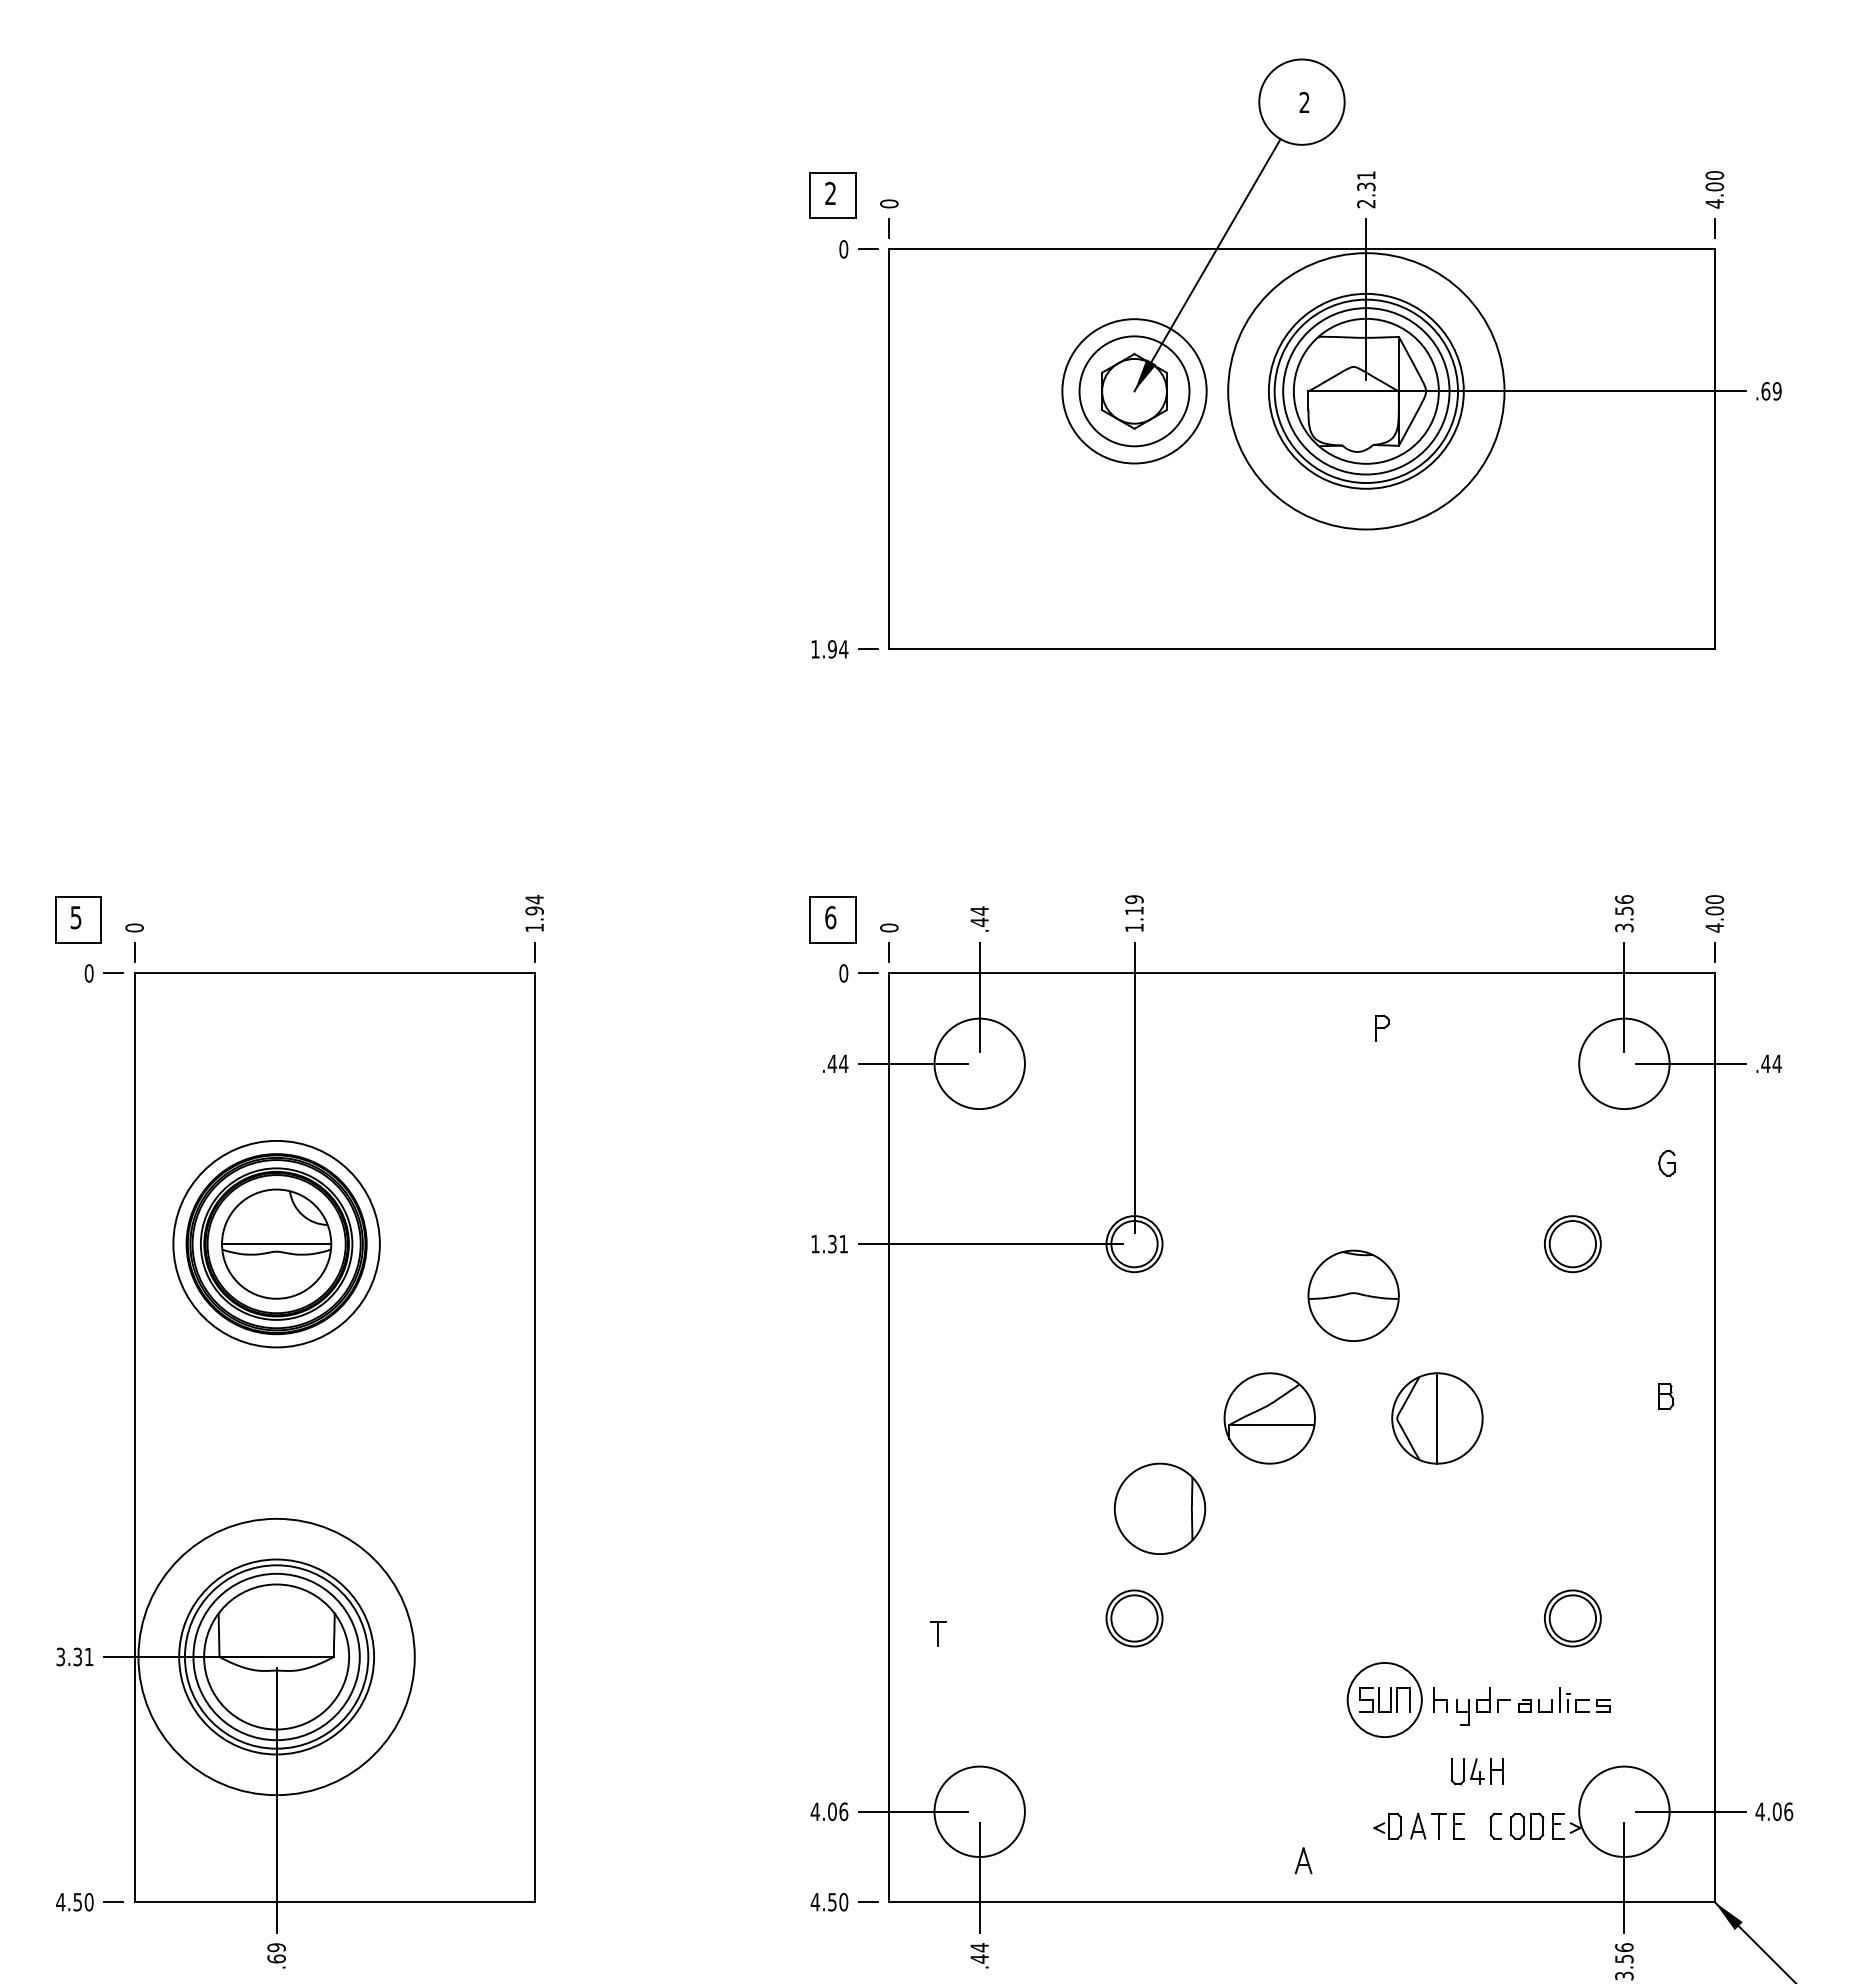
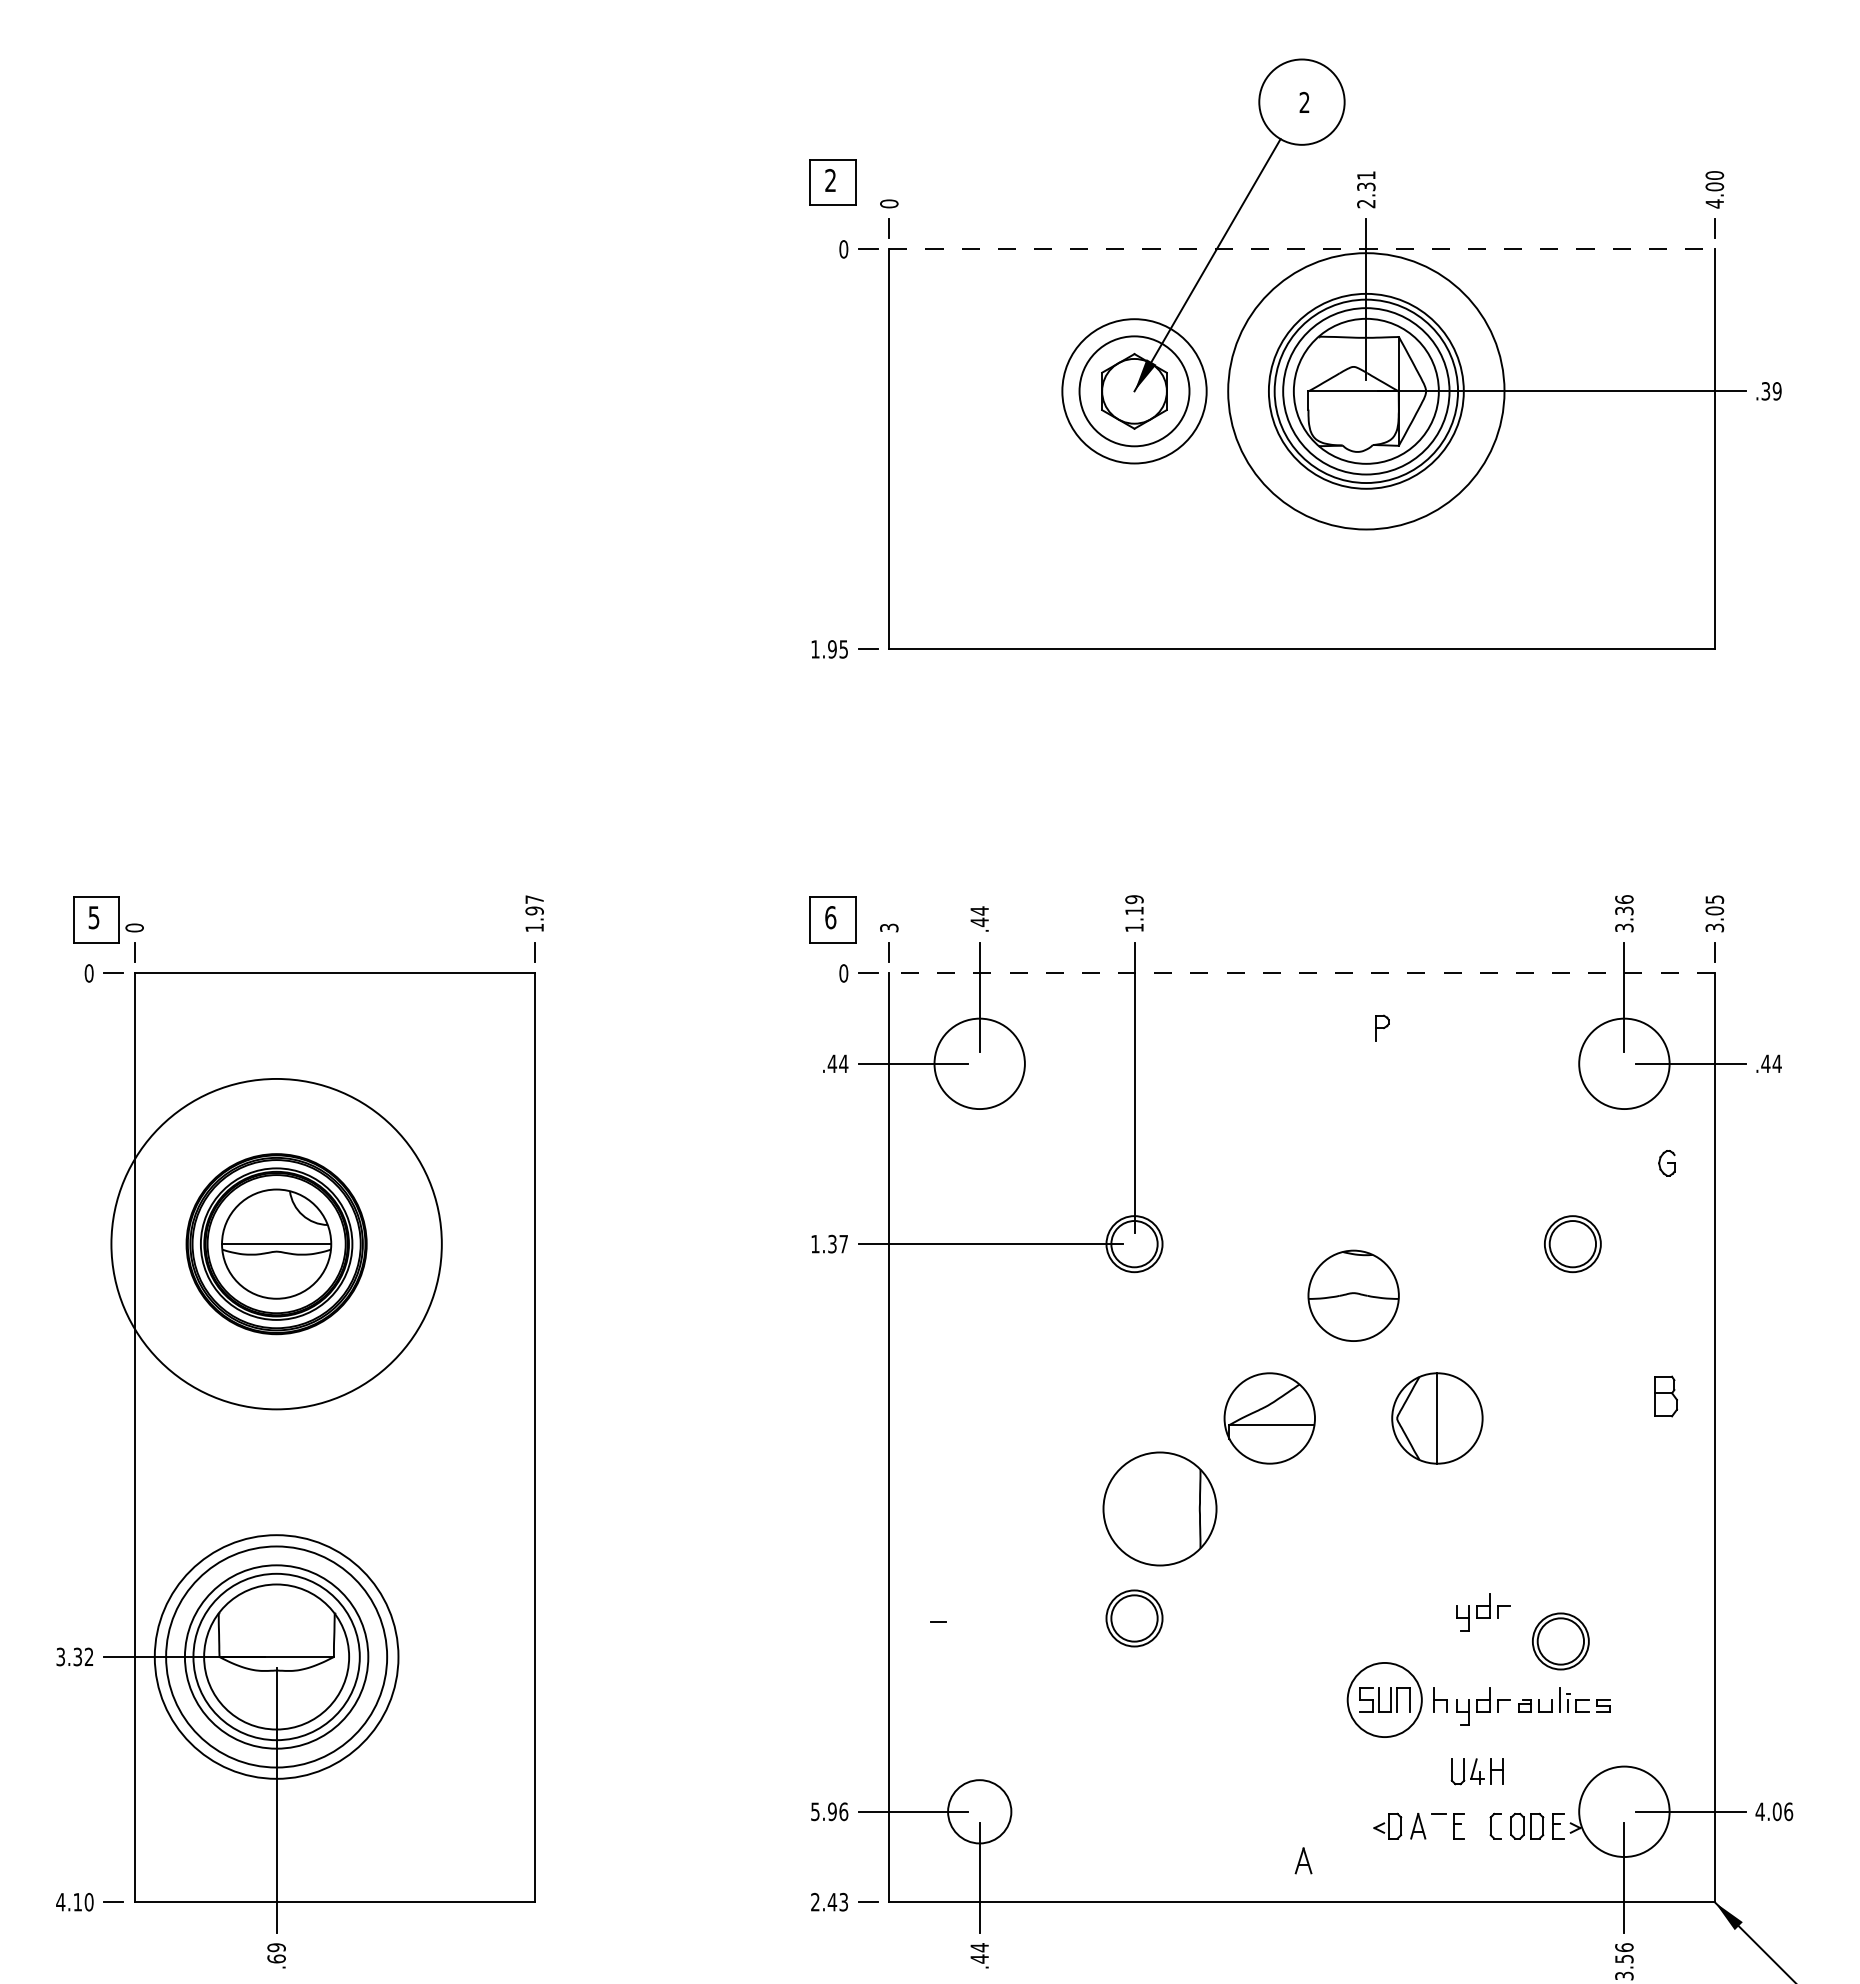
part at (832, 195) position: (832, 195) -> (832, 182)
line at (1302, 249): solid -> dashed
text at (1765, 391): .69 -> .39
text at (843, 649): 1.94 -> 1.95
text at (534, 899): 1.94 -> 1.97
text at (1623, 910): 3.56 -> 3.36
text at (1714, 913): 4.00 -> 3.05
part at (78, 919) position: (78, 919) -> (96, 919)
text at (889, 927): 0 -> 3
line at (1302, 973): solid -> dashed
circle at (276, 1243) diameter: 207 px -> 330 px
text at (843, 1244): 1.31 -> 1.37
part at (1666, 1396) size: 17x27 px -> 24x43 px
part at (1159, 1508) size: 94x93 px -> 116x116 px
part at (1483, 1612): none -> present
part at (1572, 1618) position: (1572, 1618) -> (1560, 1641)
line at (938, 1633): present -> none
text at (88, 1656): 3.31 -> 3.32
circle at (276, 1656) diameter: 195 px -> 244 px
circle at (276, 1656) diameter: 276 px -> 221 px
text at (823, 1811): 4.06 -> 5.96
circle at (979, 1811) diameter: 90 px -> 63 px
line at (1439, 1825): present -> none
text at (829, 1901): 4.50 -> 2.43
text at (77, 1902): 4.50 -> 4.10
